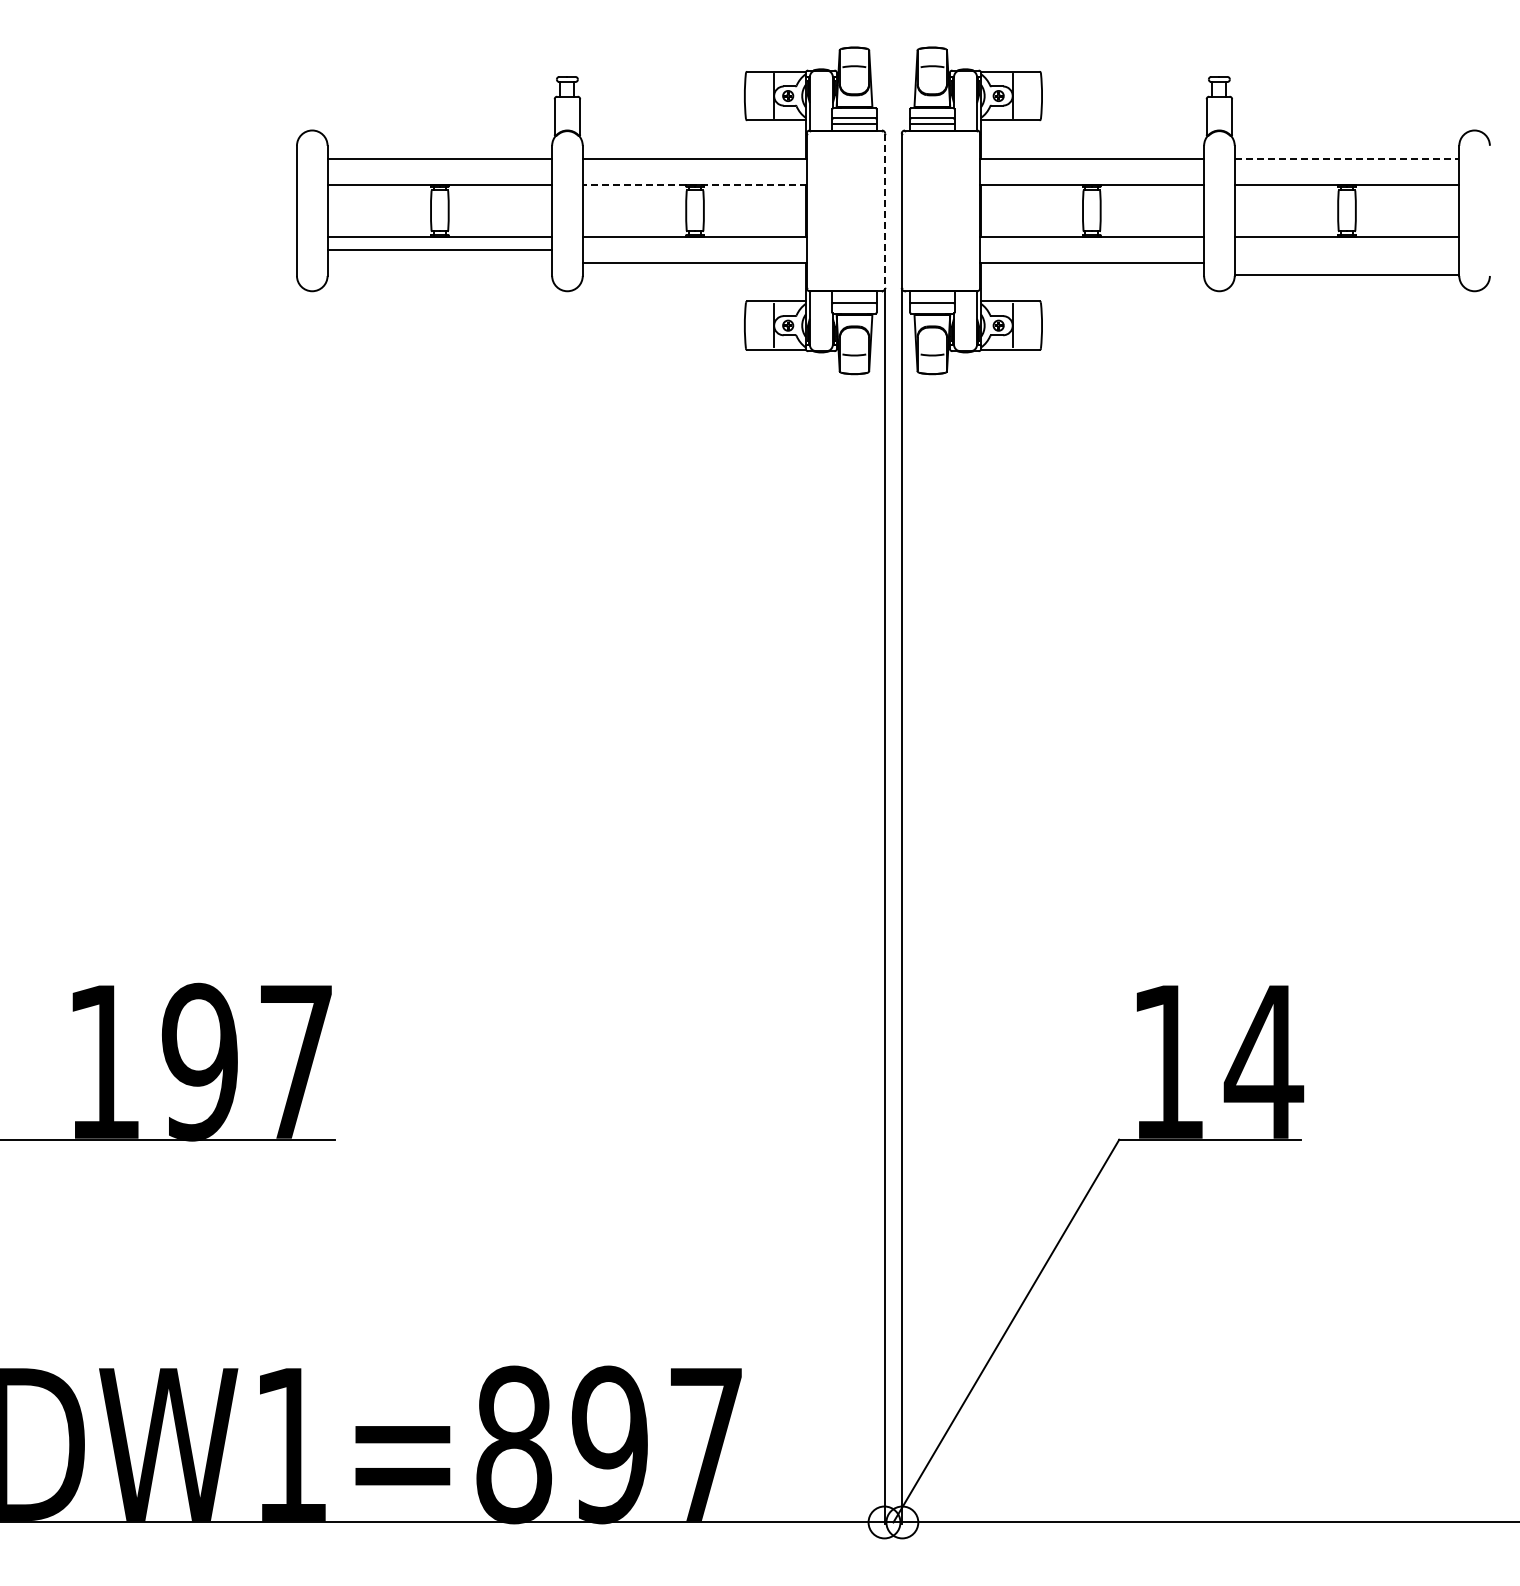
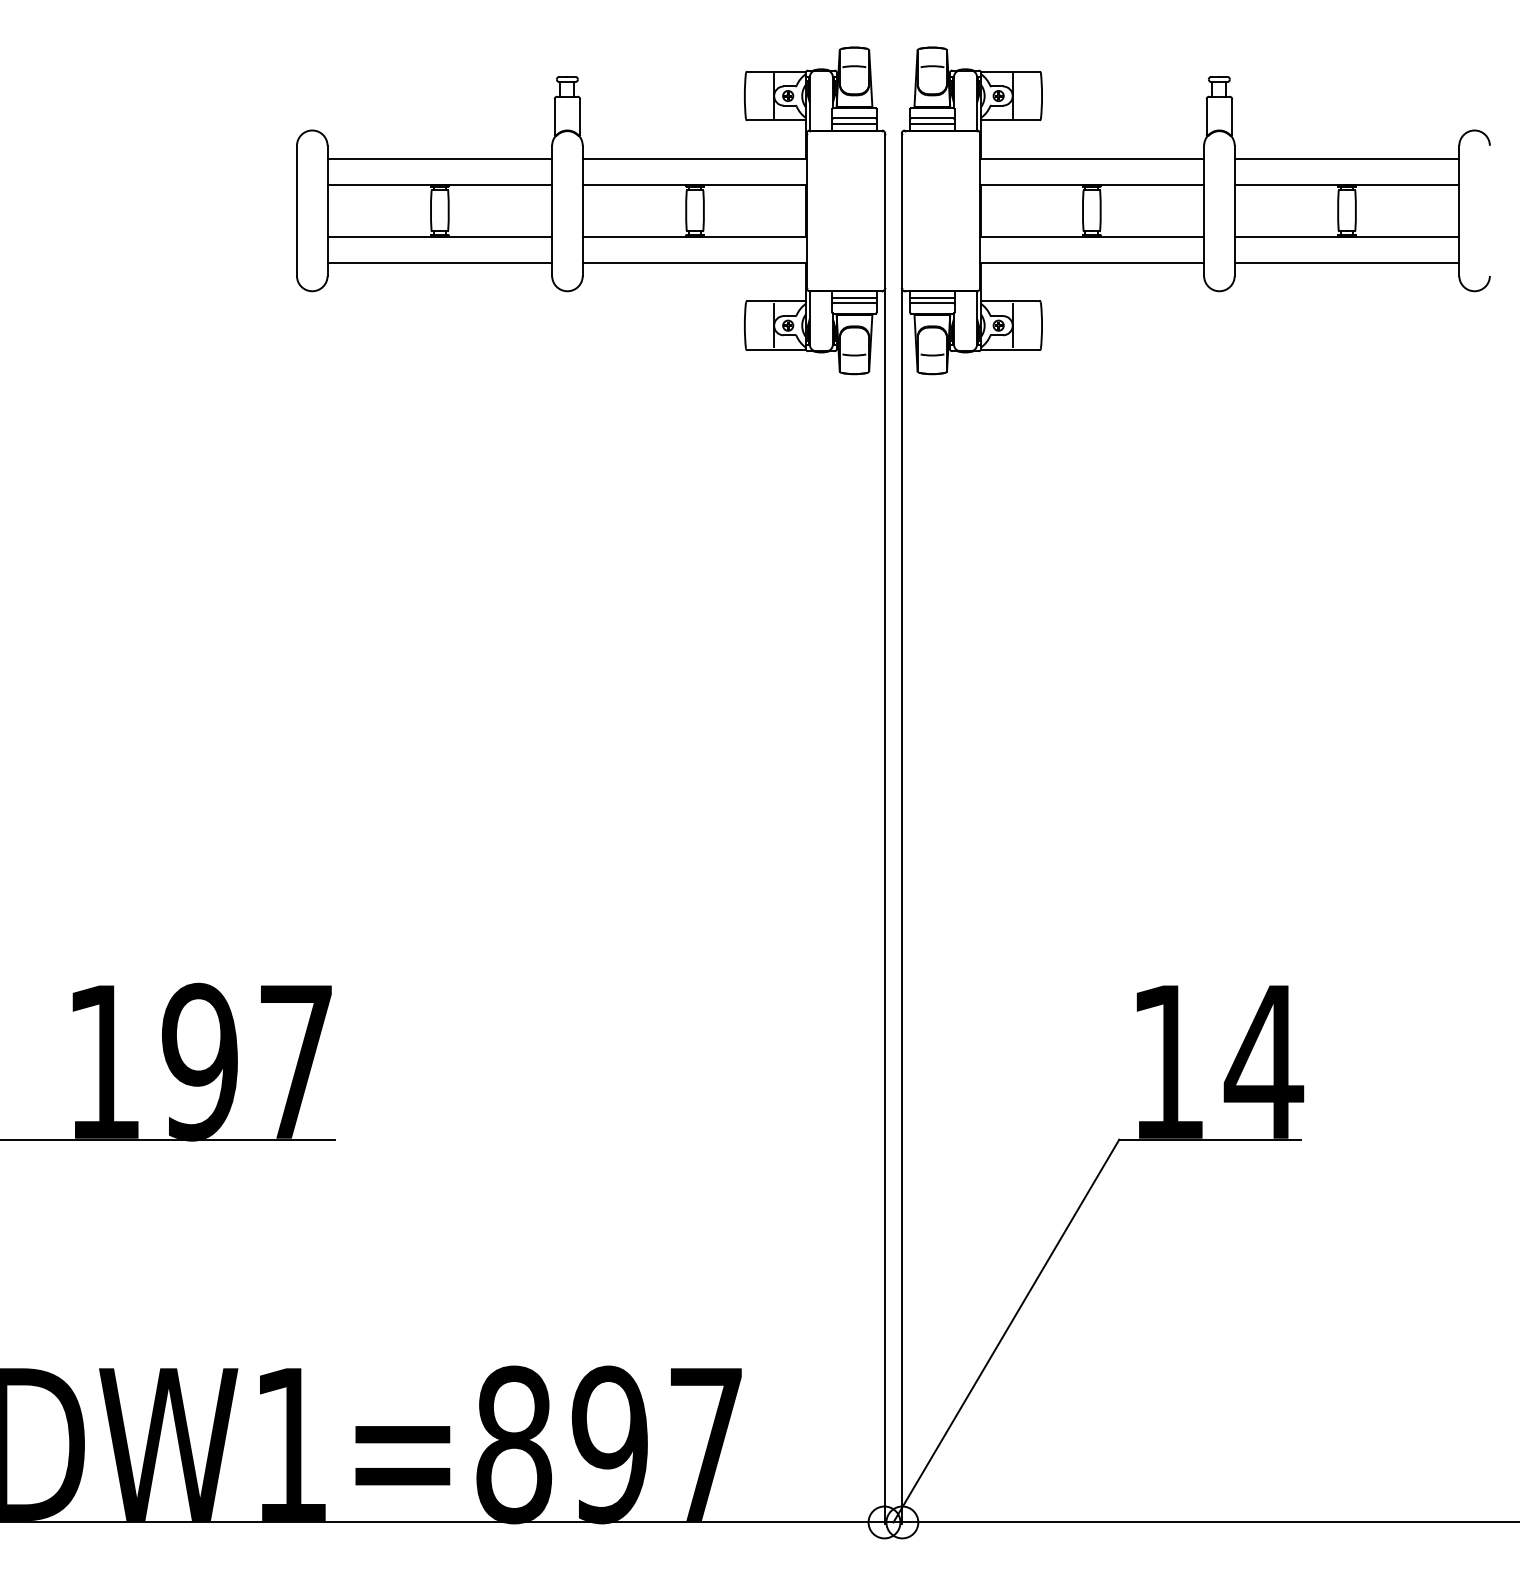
line at (1347, 159): dashed -> solid
line at (694, 184): dashed -> solid
line at (885, 211): dashed -> solid
line at (439, 249) position: (439, 249) -> (439, 262)
line at (1346, 274) position: (1346, 274) -> (1346, 262)
line at (854, 297): none -> present
line at (932, 297): none -> present
